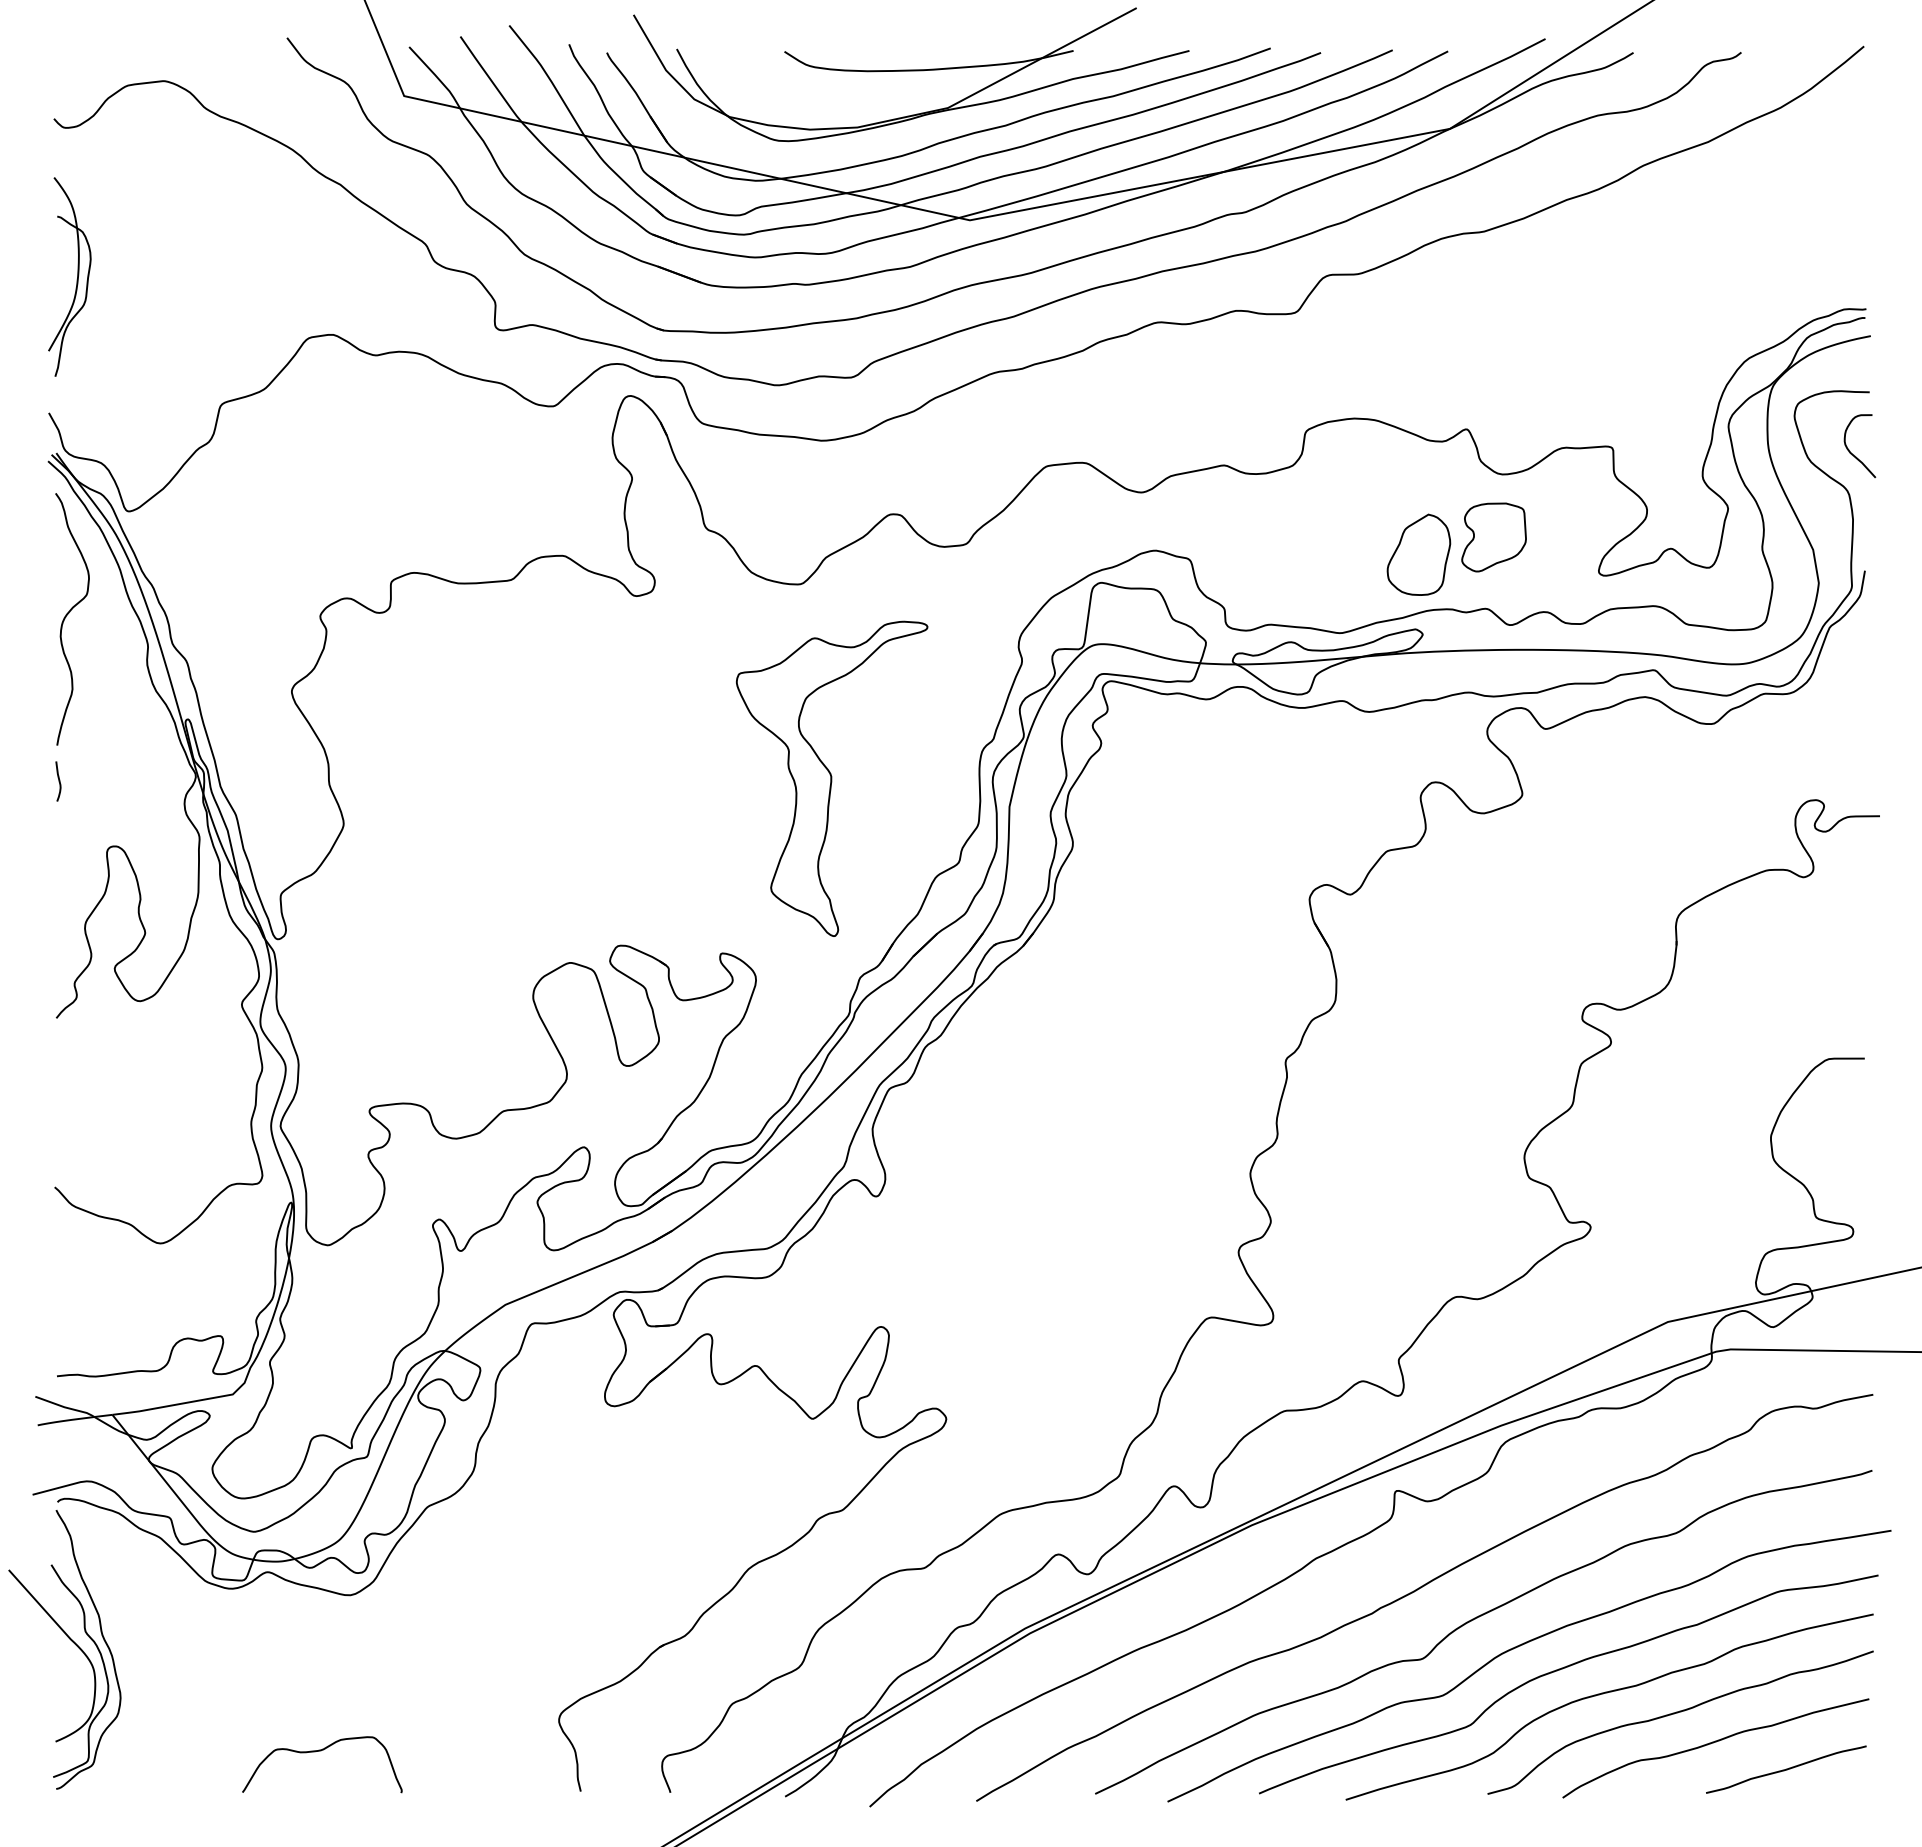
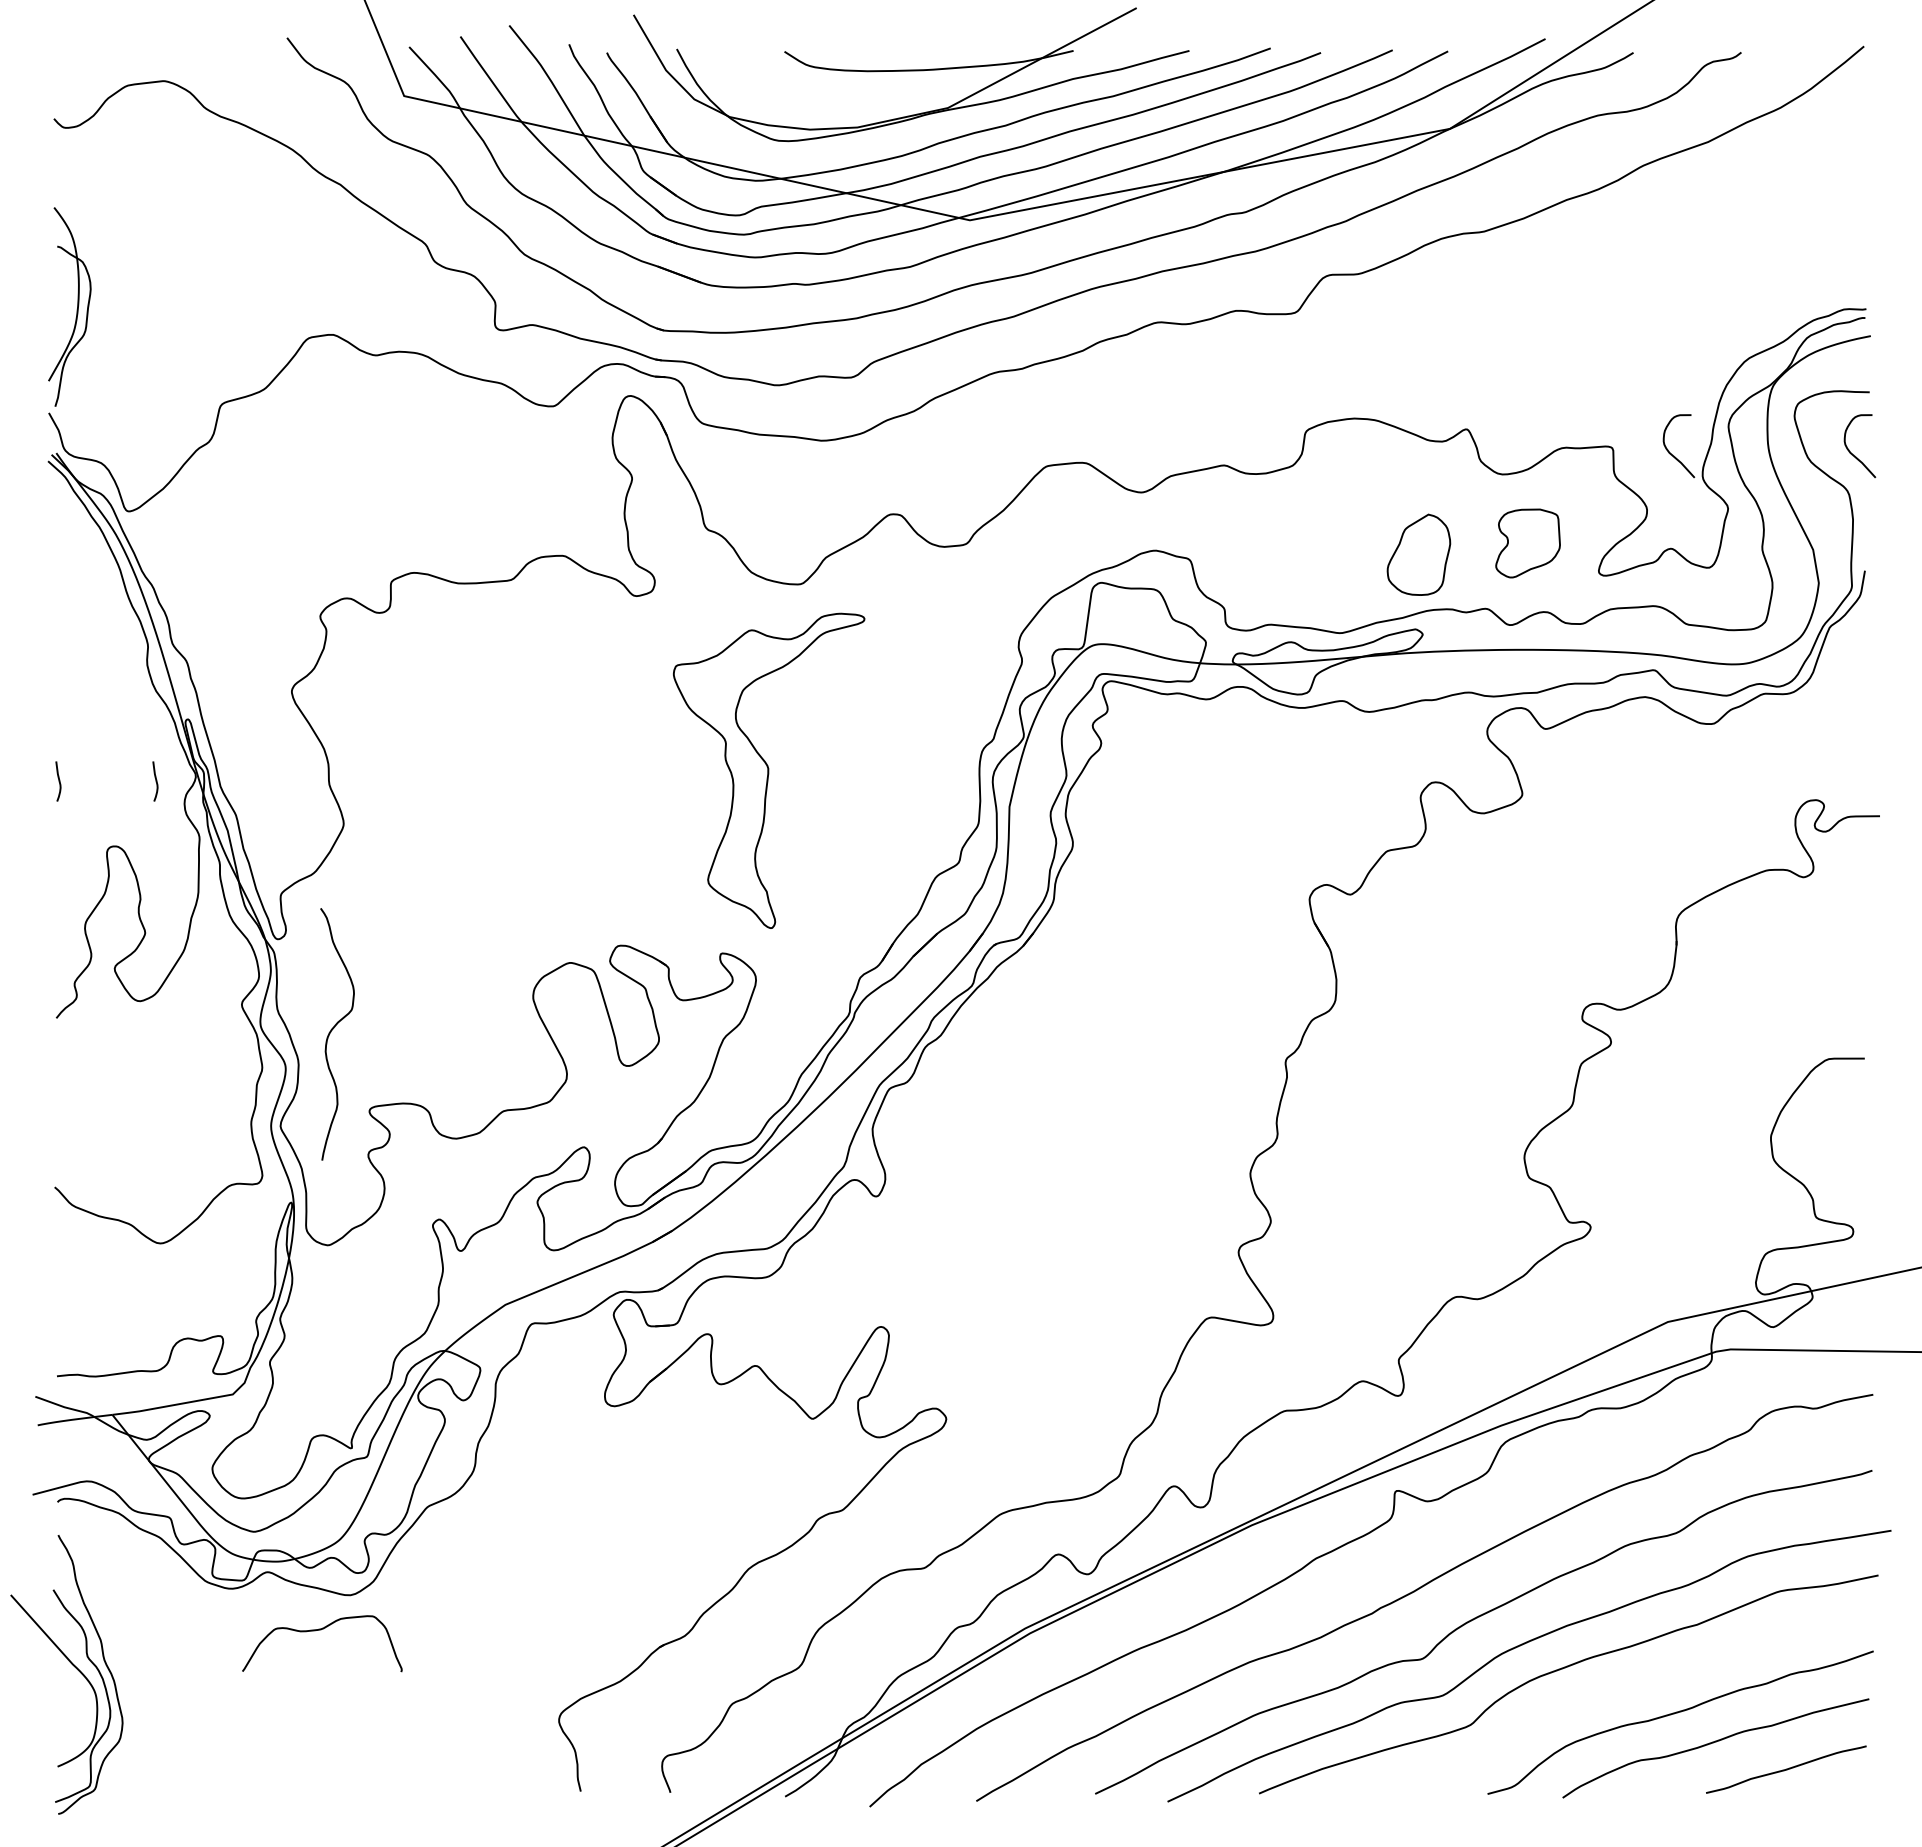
part at (76, 279) position: (76, 279) -> (76, 309)
curve at (1674, 455): none -> present
part at (1493, 537) position: (1493, 537) -> (1527, 543)
curve at (66, 617) position: (66, 617) -> (331, 1032)
part at (832, 778) position: (832, 778) -> (769, 770)
curve at (155, 781): none -> present
part at (71, 1641) position: (71, 1641) -> (73, 1666)
curve at (1607, 1693): present -> none
curve at (321, 1751) position: (321, 1751) -> (321, 1630)
